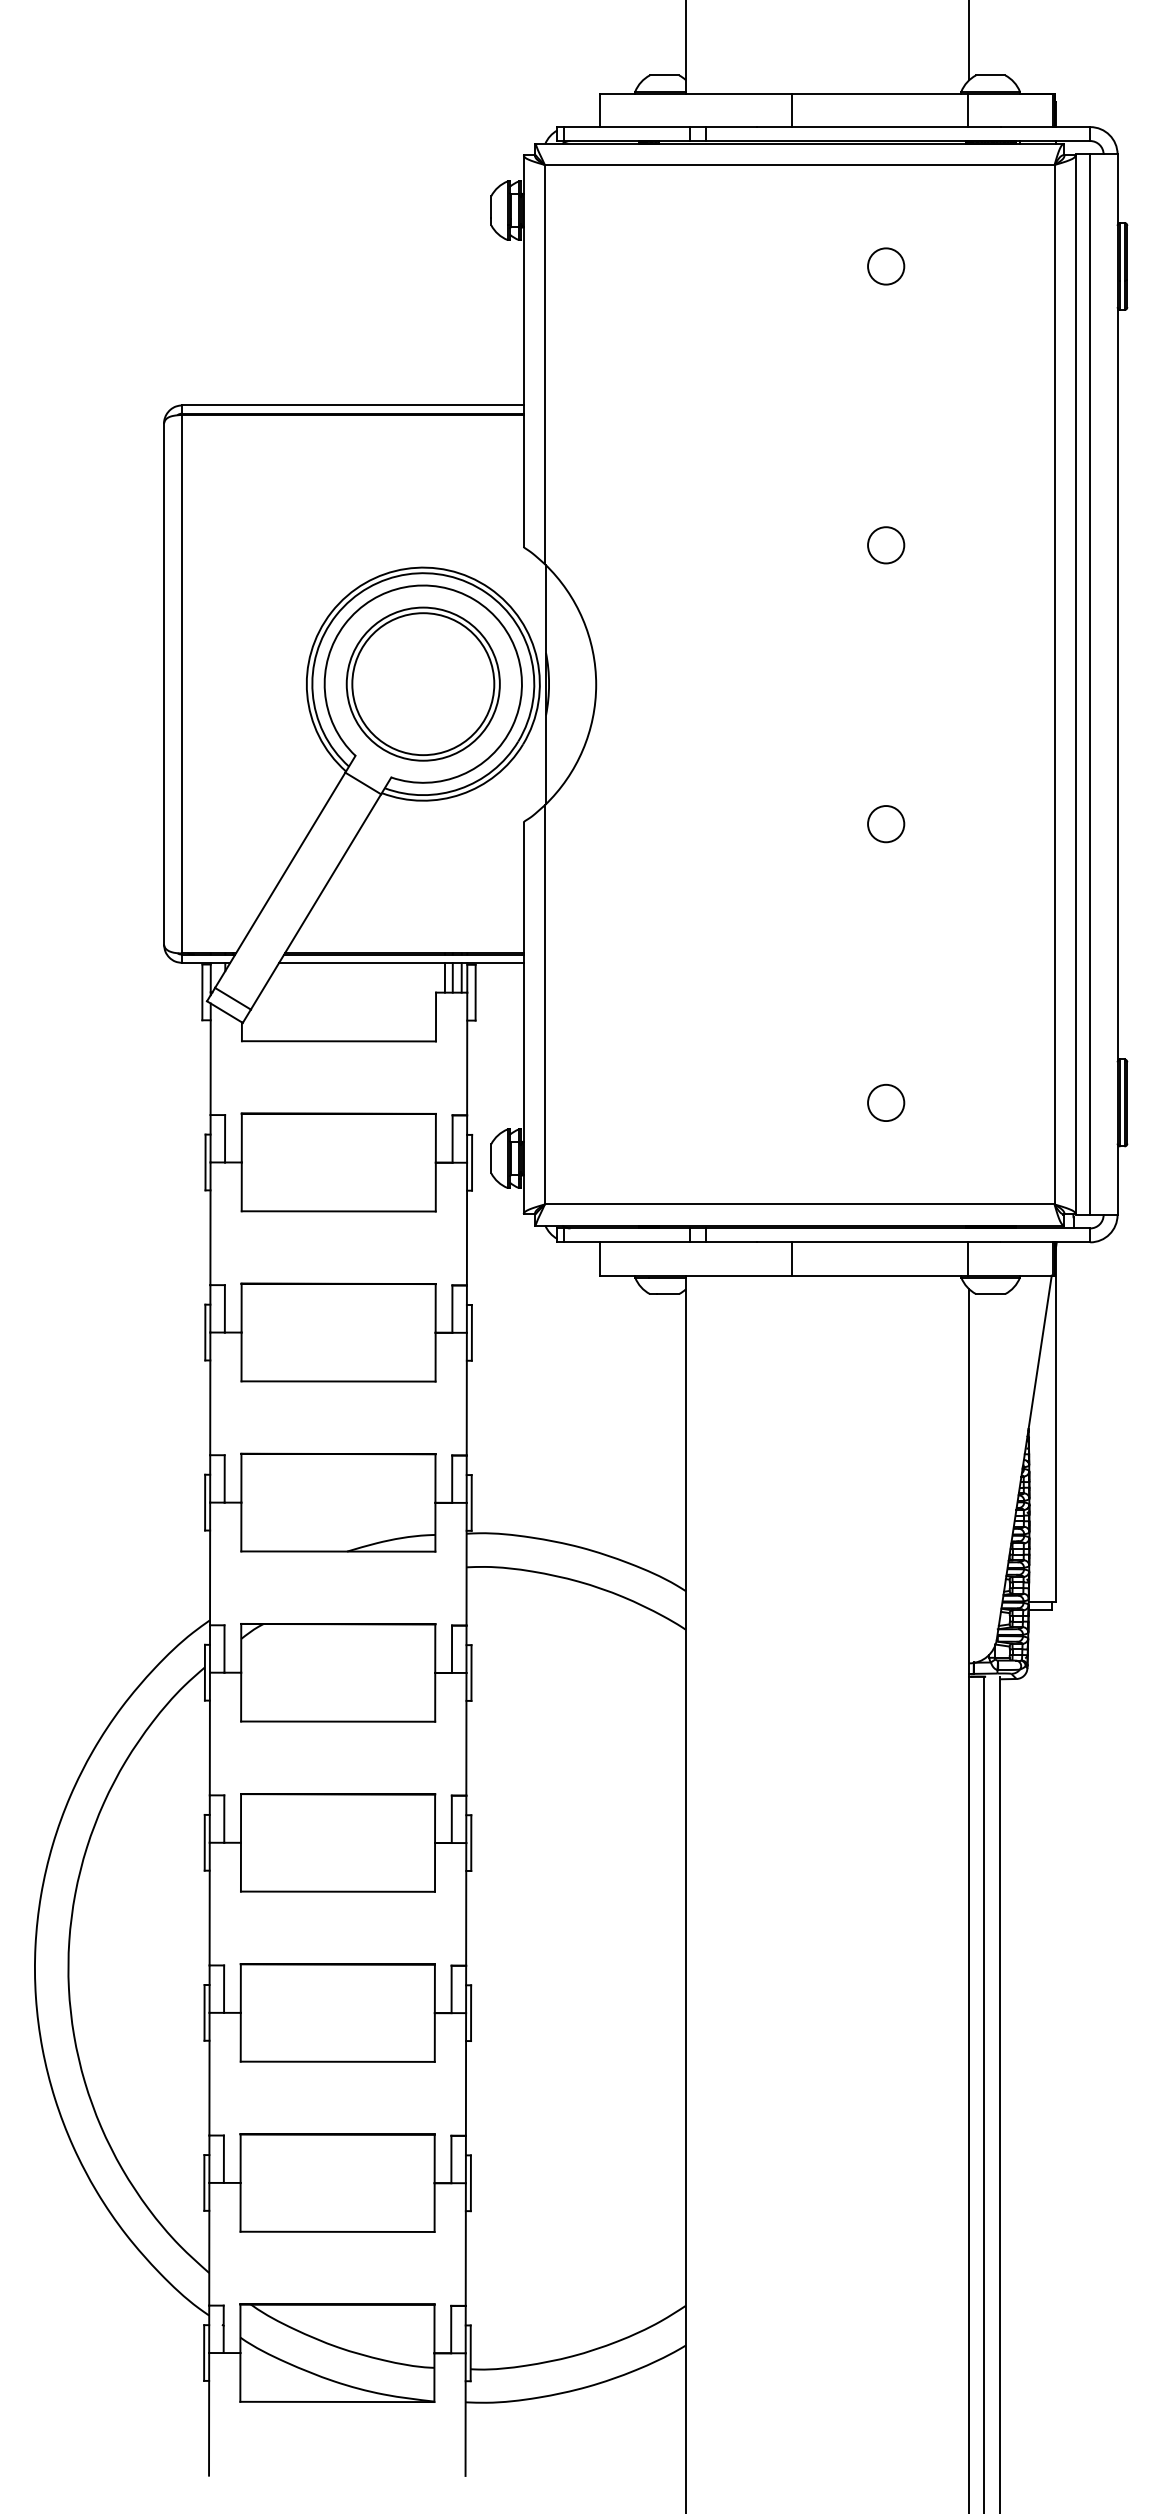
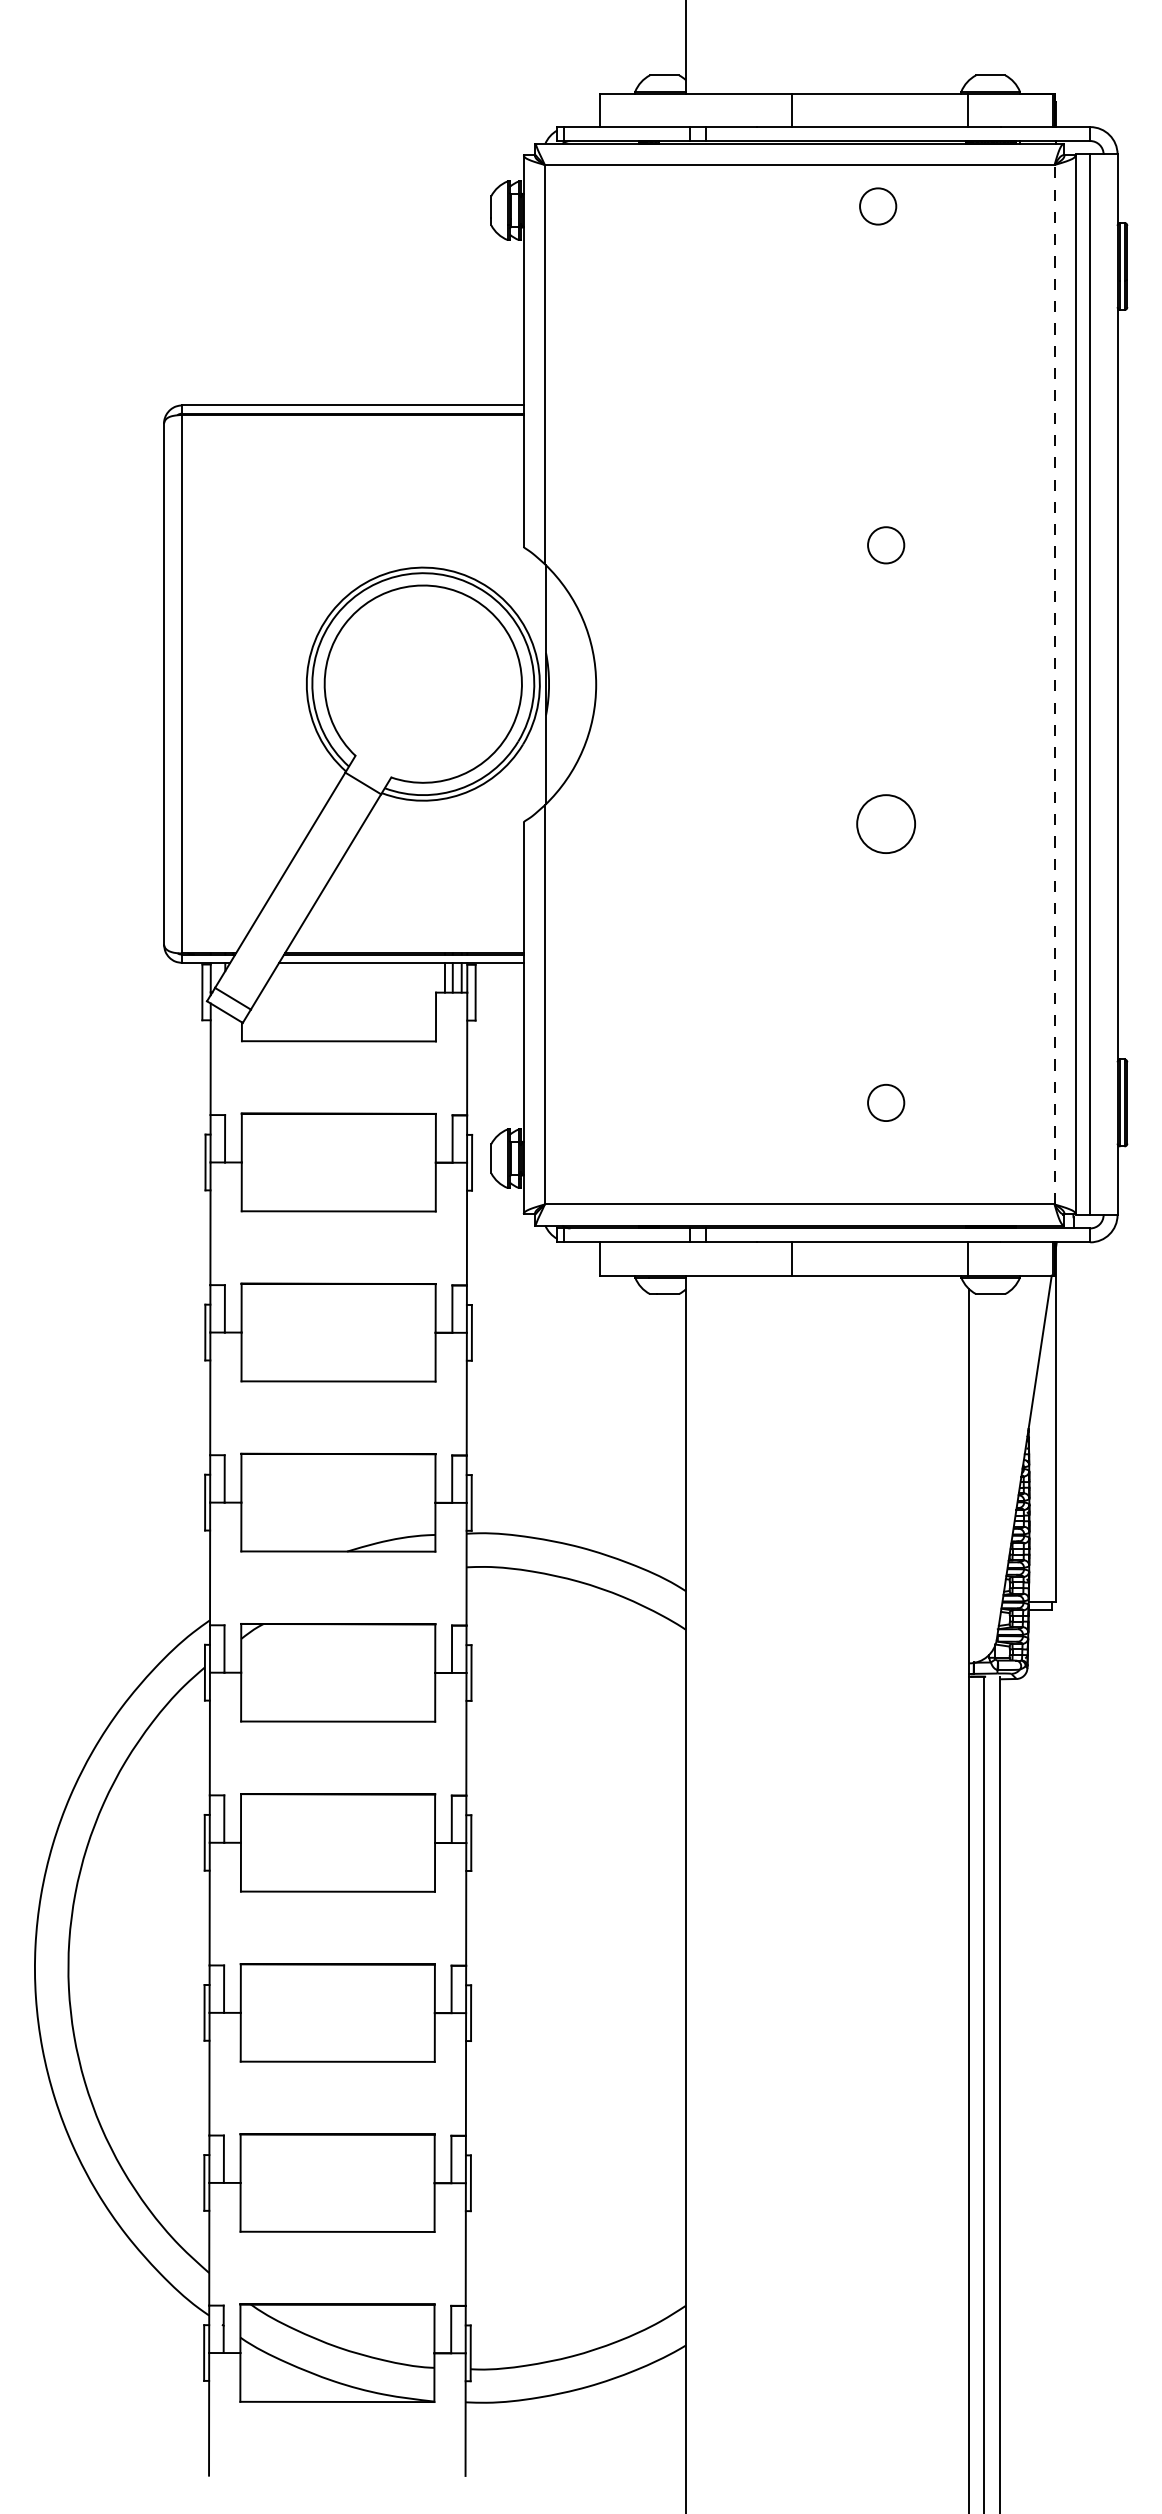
line at (969, 41): present -> none
circle at (886, 266) position: (886, 266) -> (878, 206)
part at (422, 683): present -> none
line at (1054, 684): solid -> dashed
circle at (886, 824) diameter: 36 px -> 58 px
